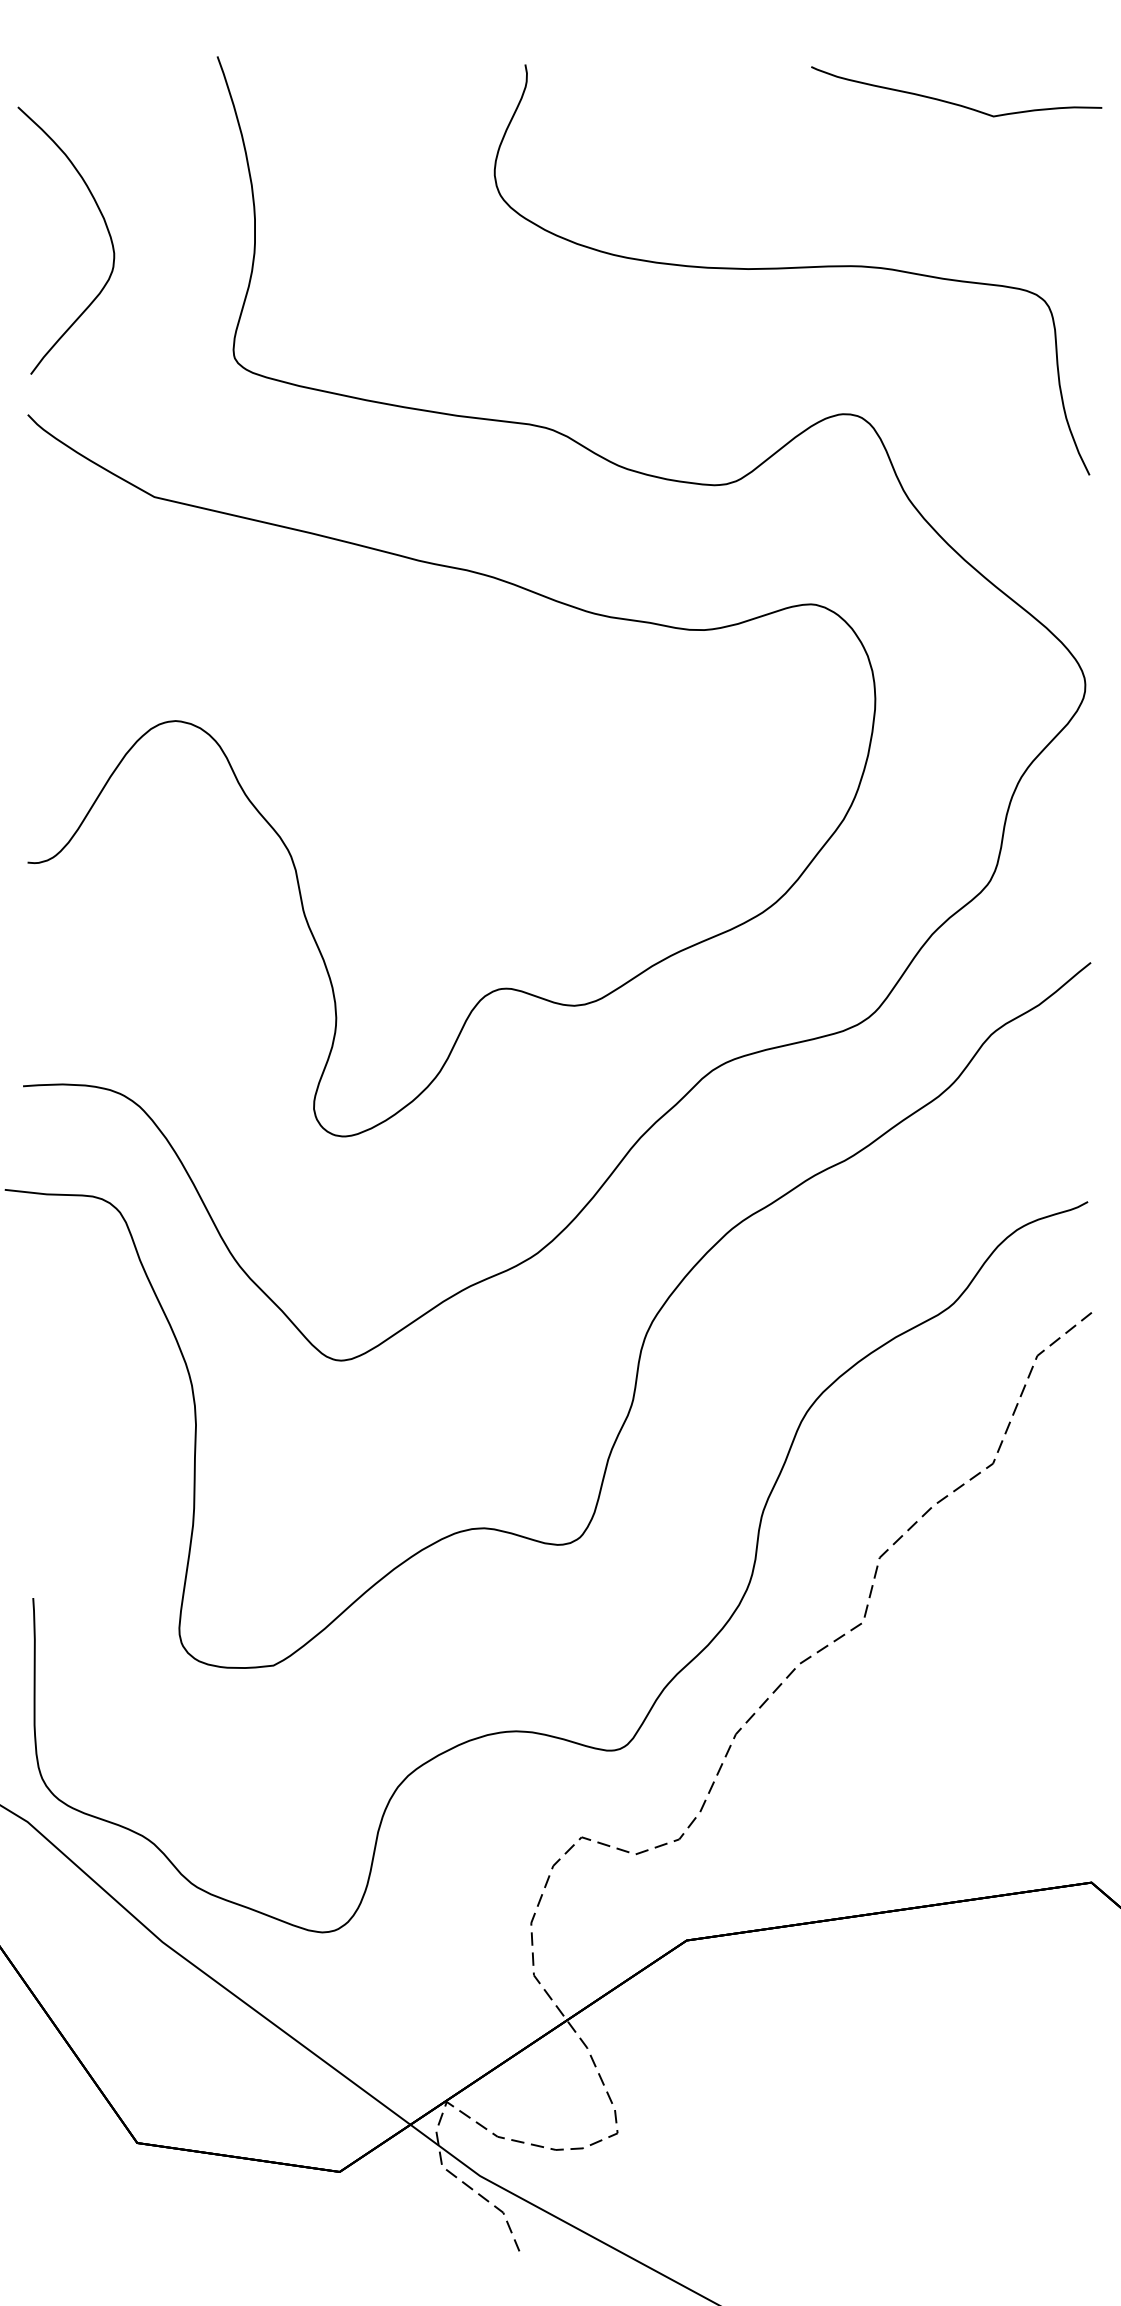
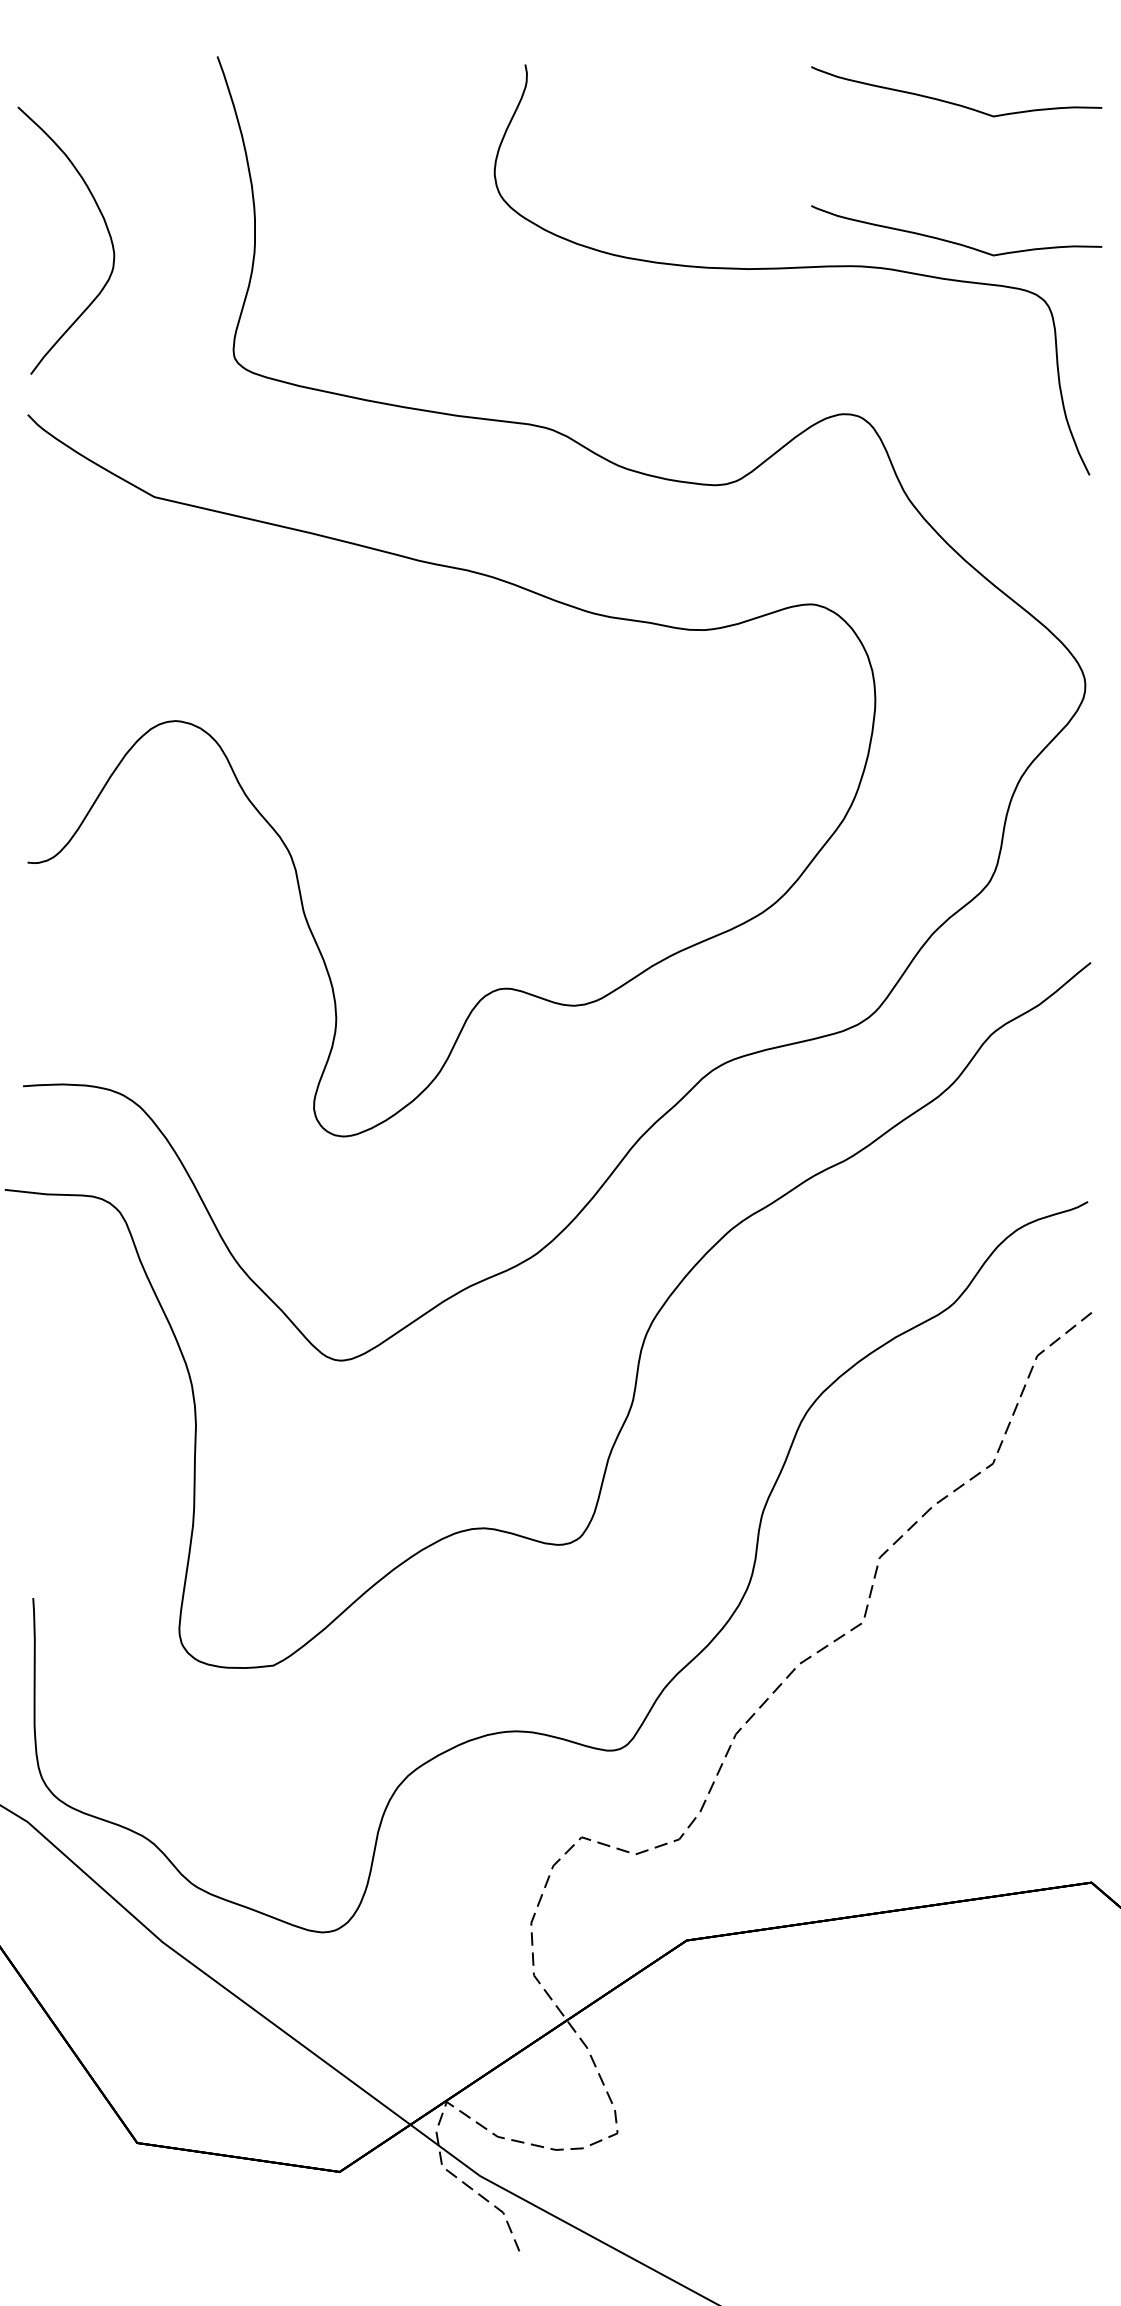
curve at (953, 241): none -> present
